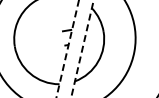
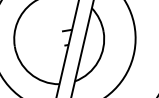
line at (67, 48): dashed -> solid
line at (82, 48): dashed -> solid
